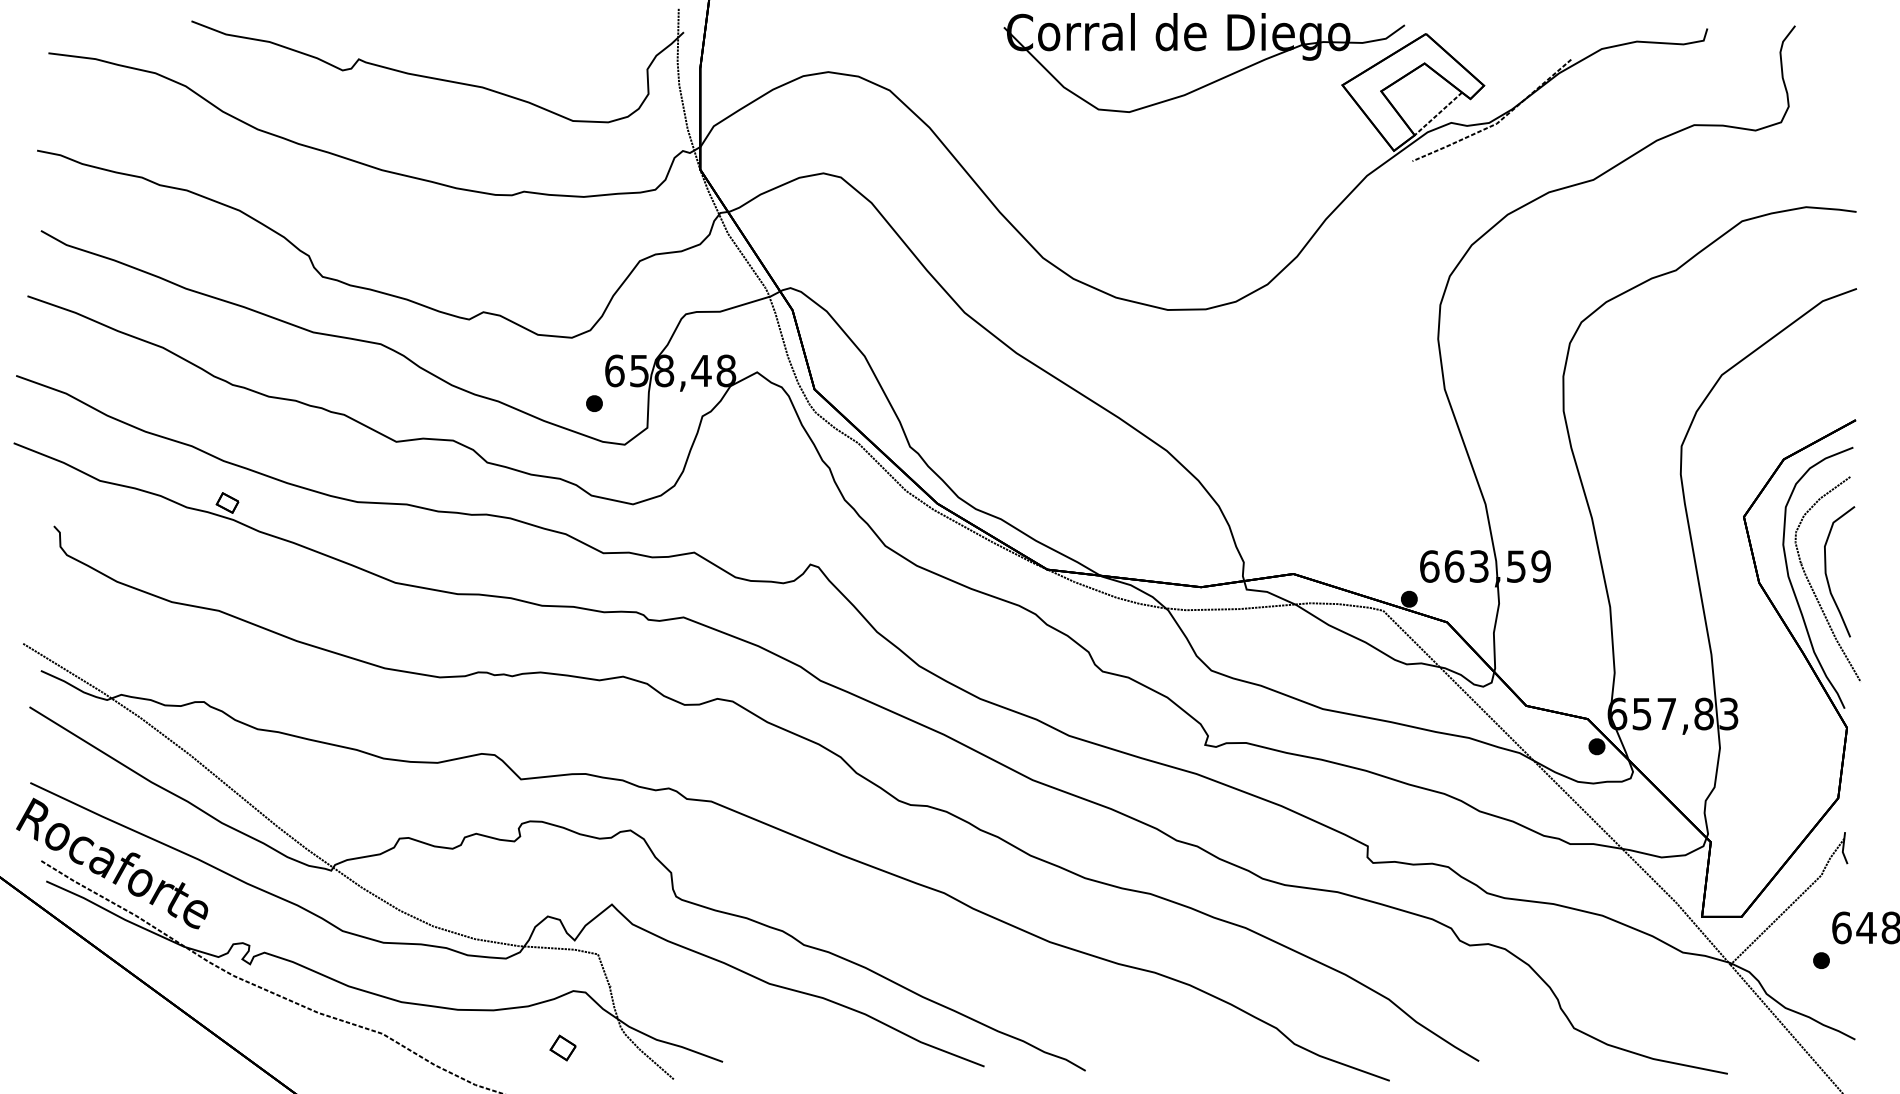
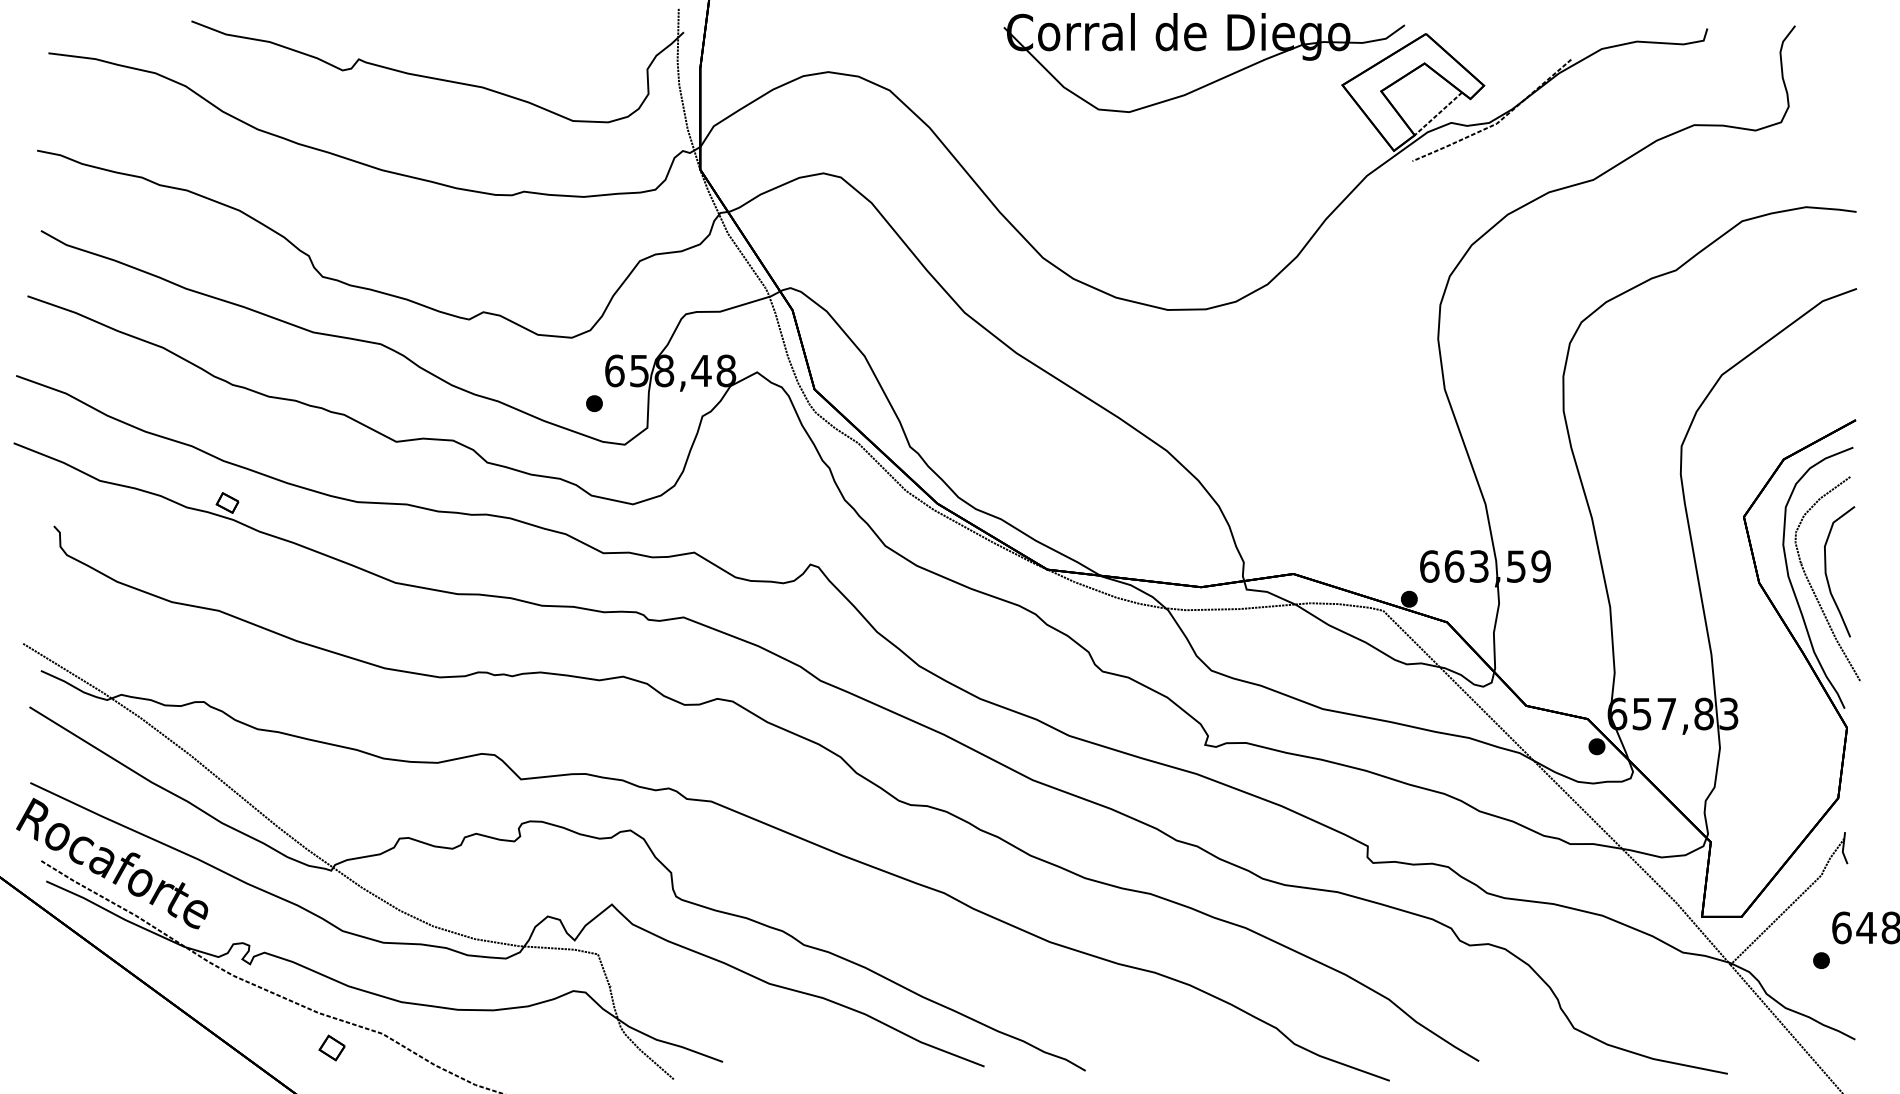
part at (562, 1047) position: (562, 1047) -> (331, 1047)
